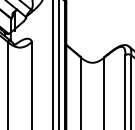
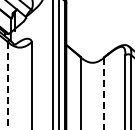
line at (8, 85): solid -> dashed
line at (104, 93): solid -> dashed
